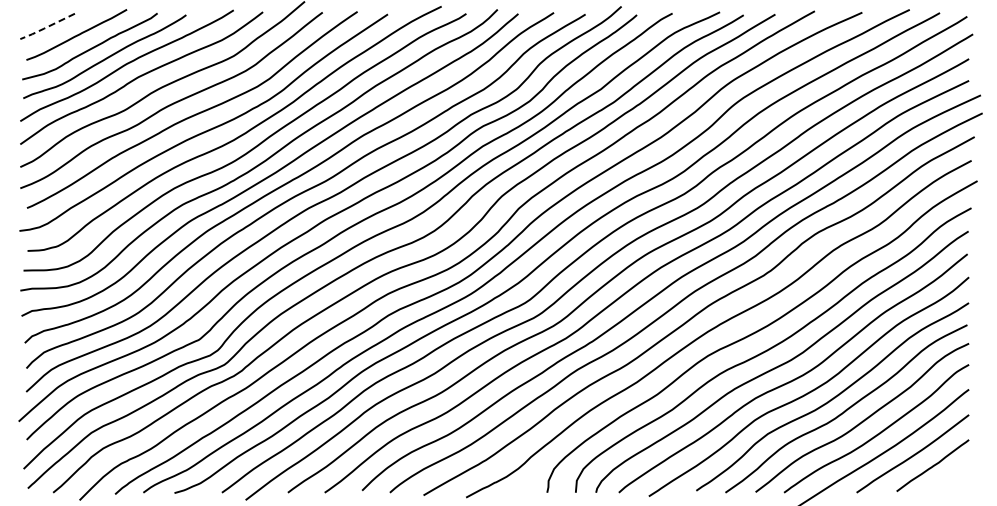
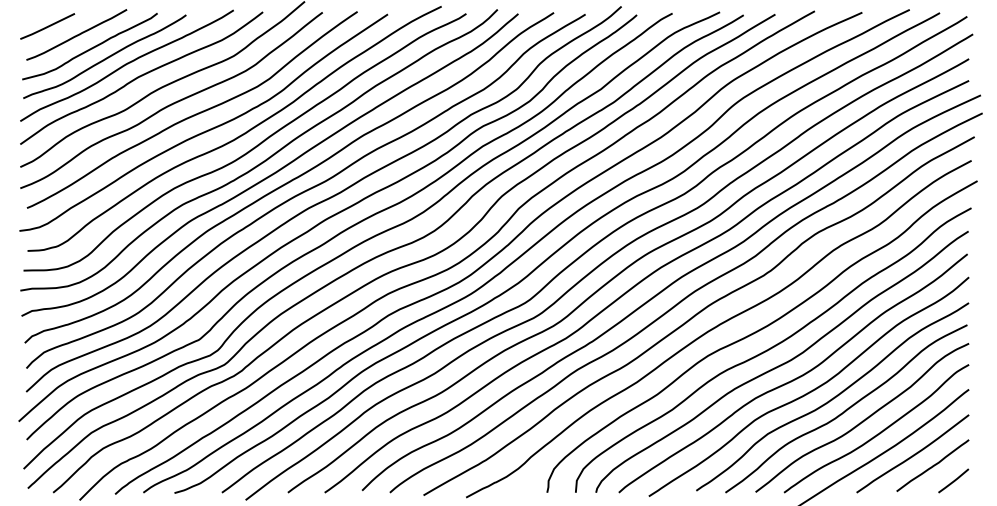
line at (46, 27): dashed -> solid
line at (953, 480): none -> present
